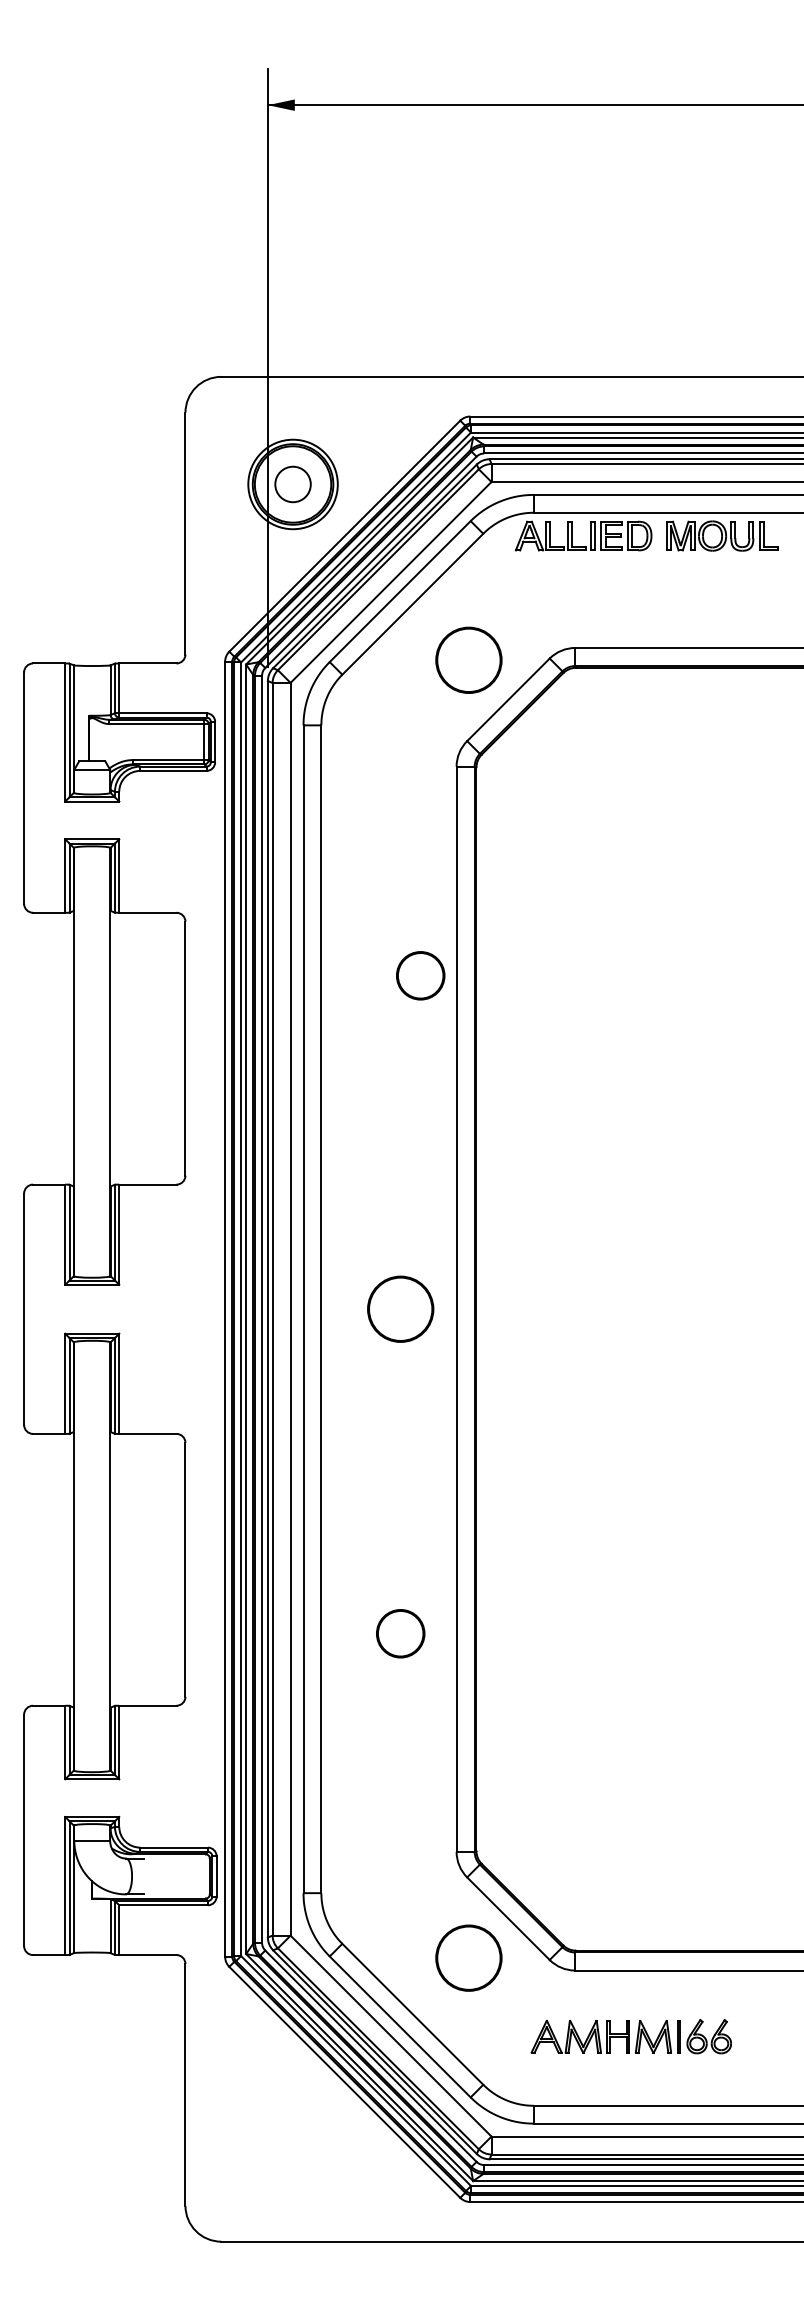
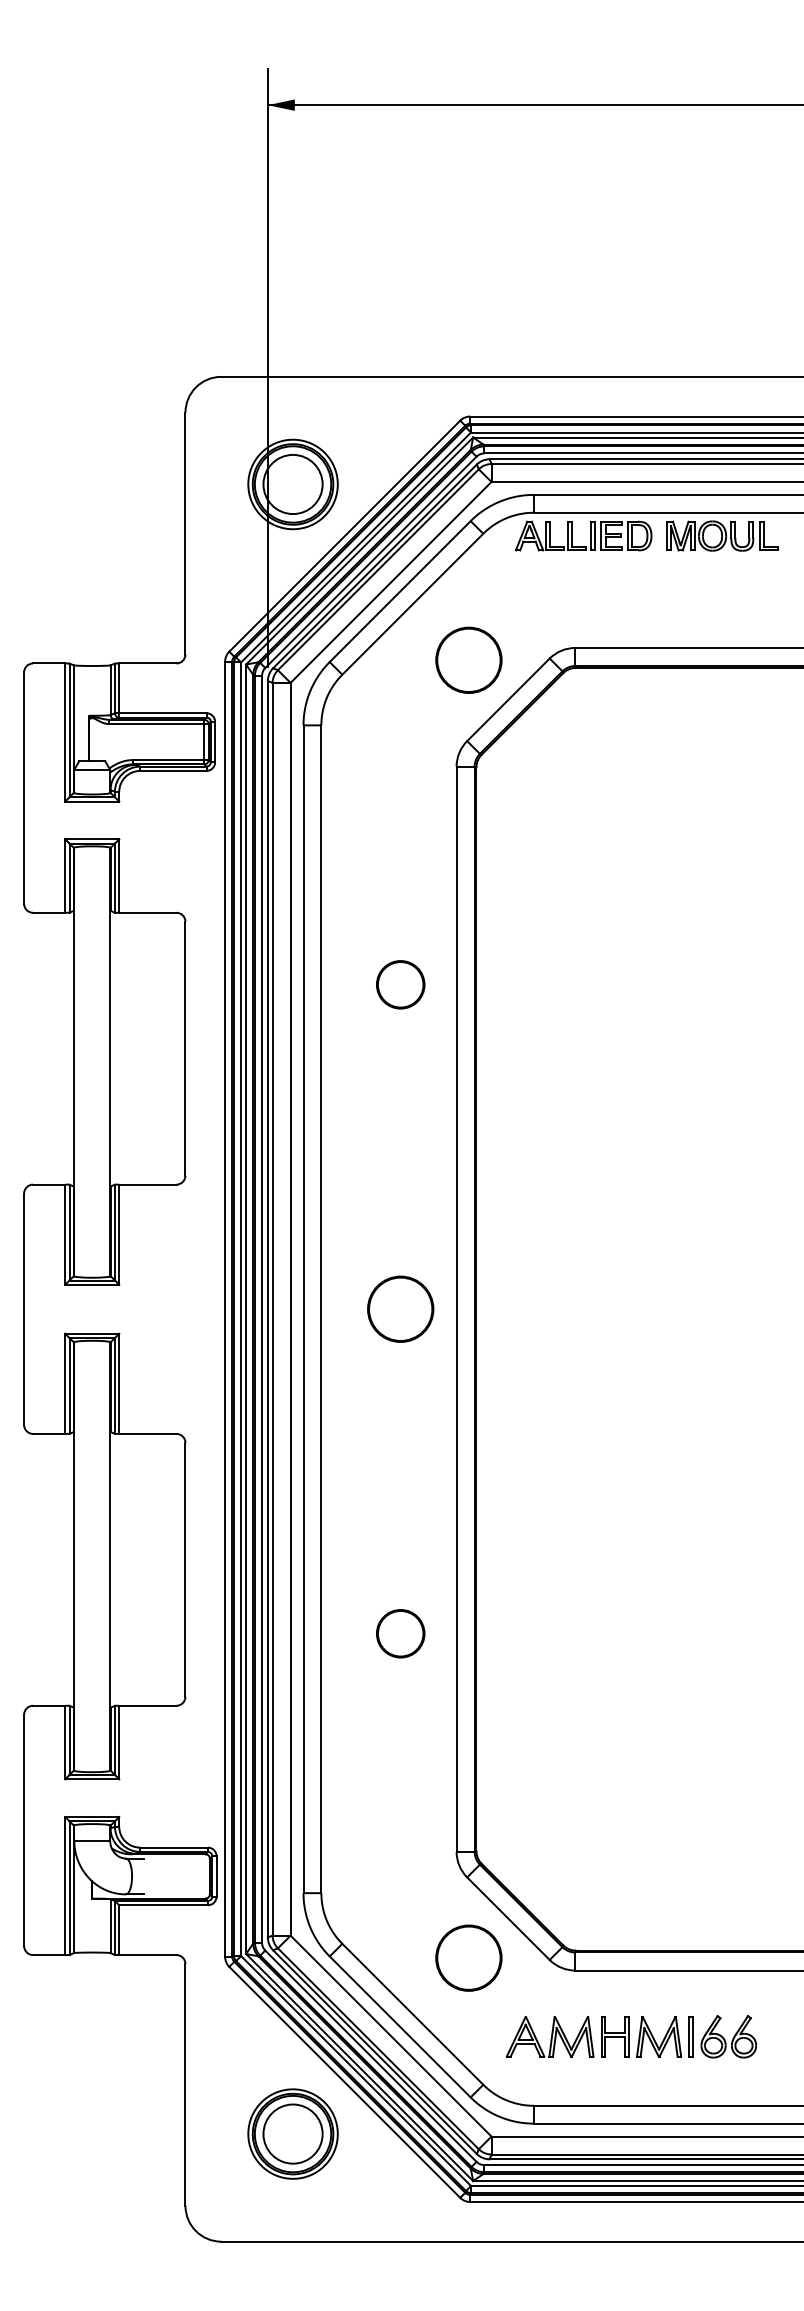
circle at (292, 484) diameter: 35 px -> 59 px
circle at (420, 975) position: (420, 975) -> (400, 984)
part at (630, 2036) size: 202x36 px -> 252x45 px
part at (292, 2133): none -> present
